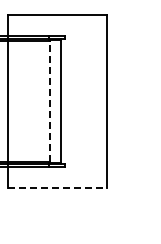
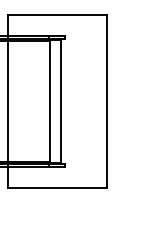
line at (49, 101): dashed -> solid
line at (58, 188): dashed -> solid
